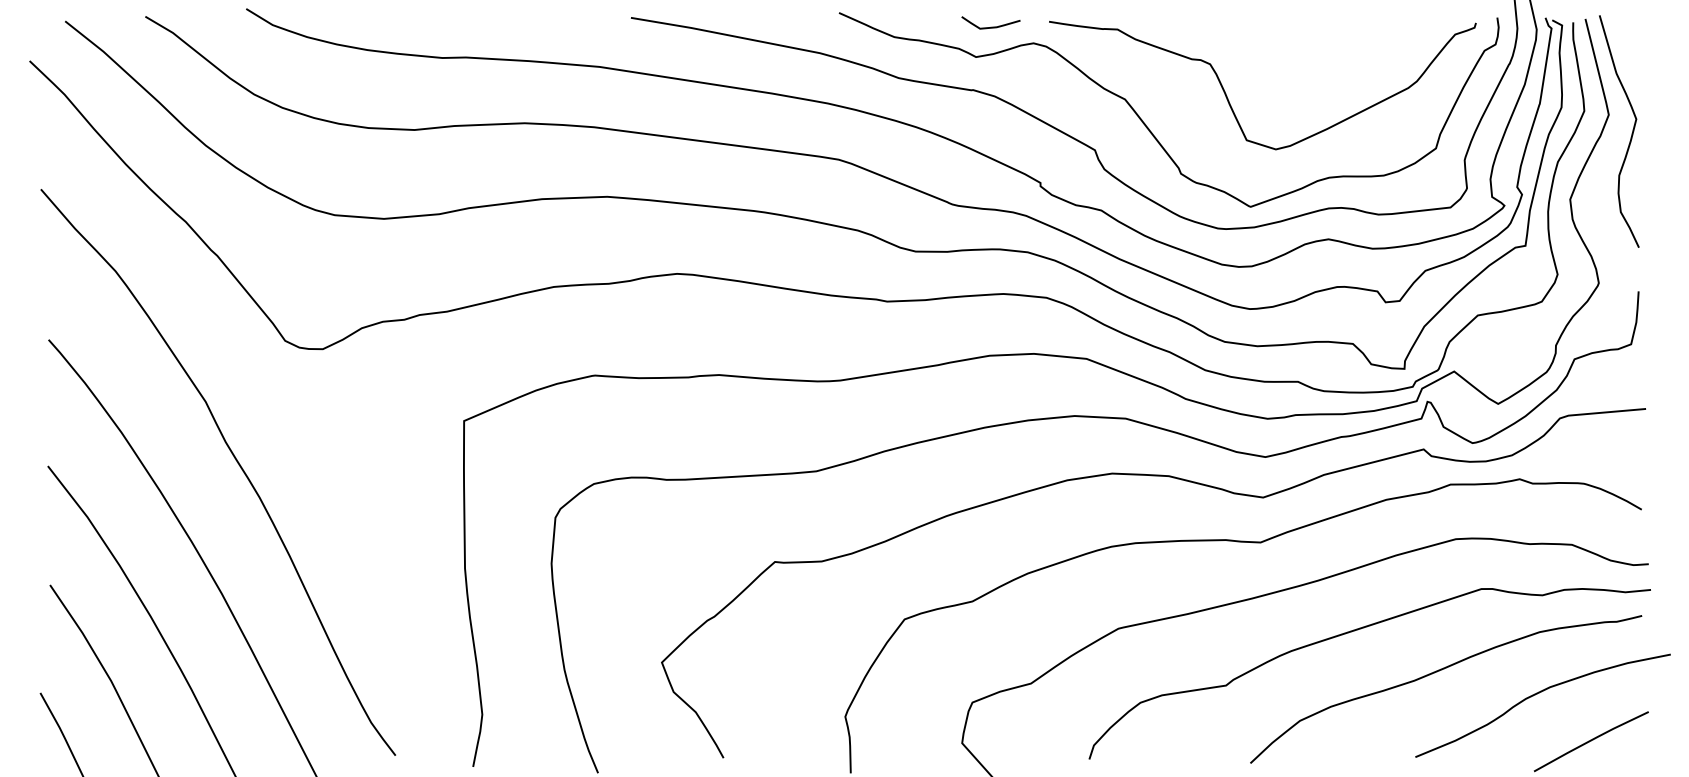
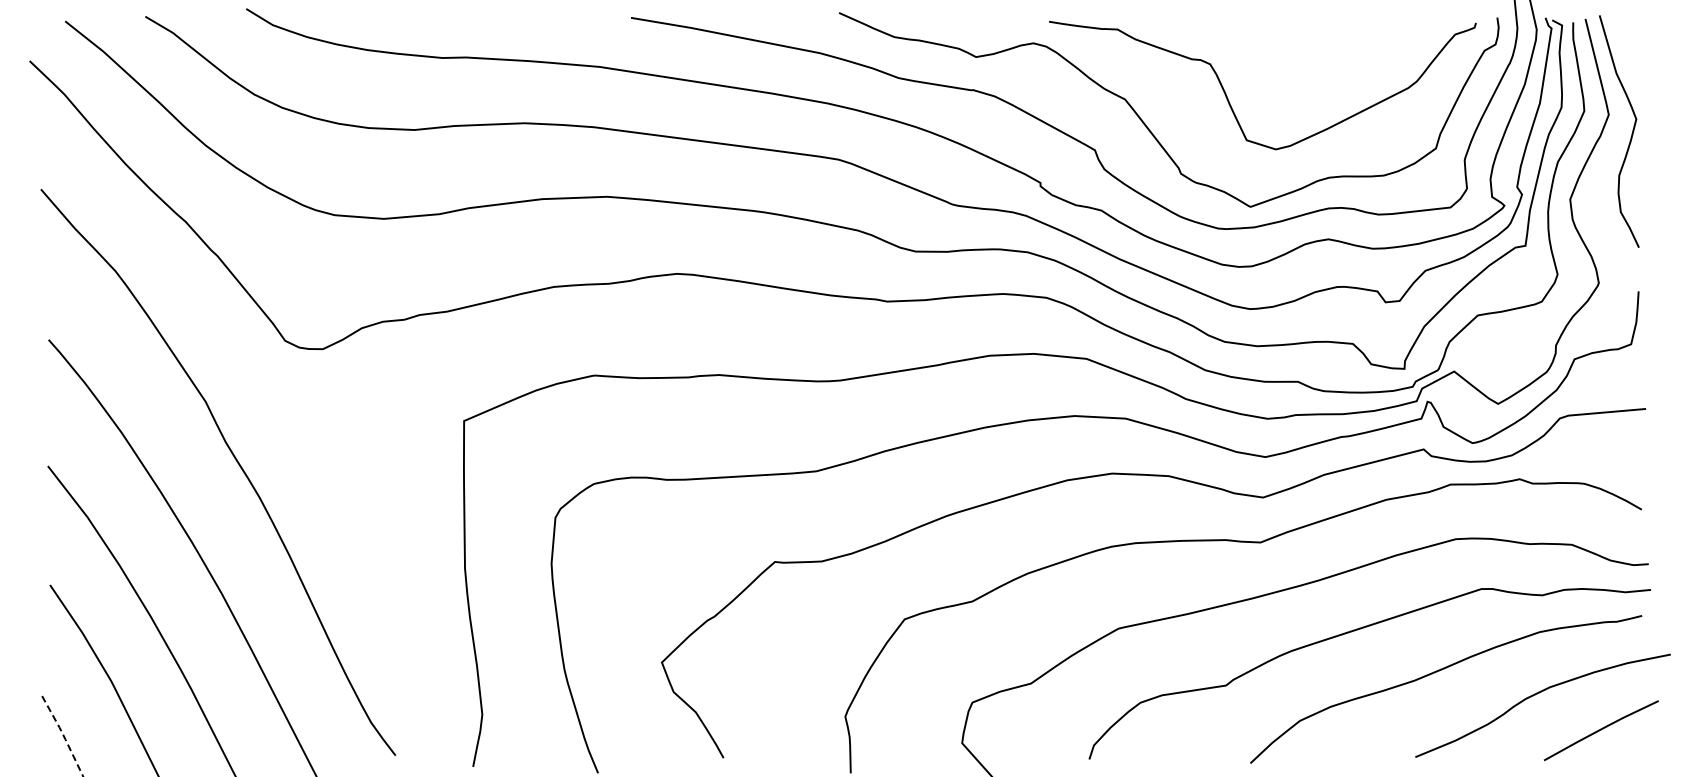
curve at (990, 26): present -> none
line at (62, 733): solid -> dashed
line at (1590, 741) position: (1590, 741) -> (1600, 730)
